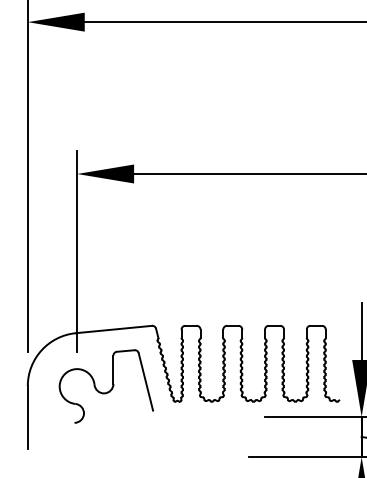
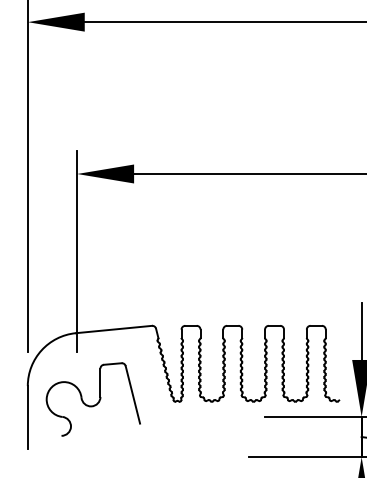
part at (105, 386) position: (105, 386) -> (92, 399)
